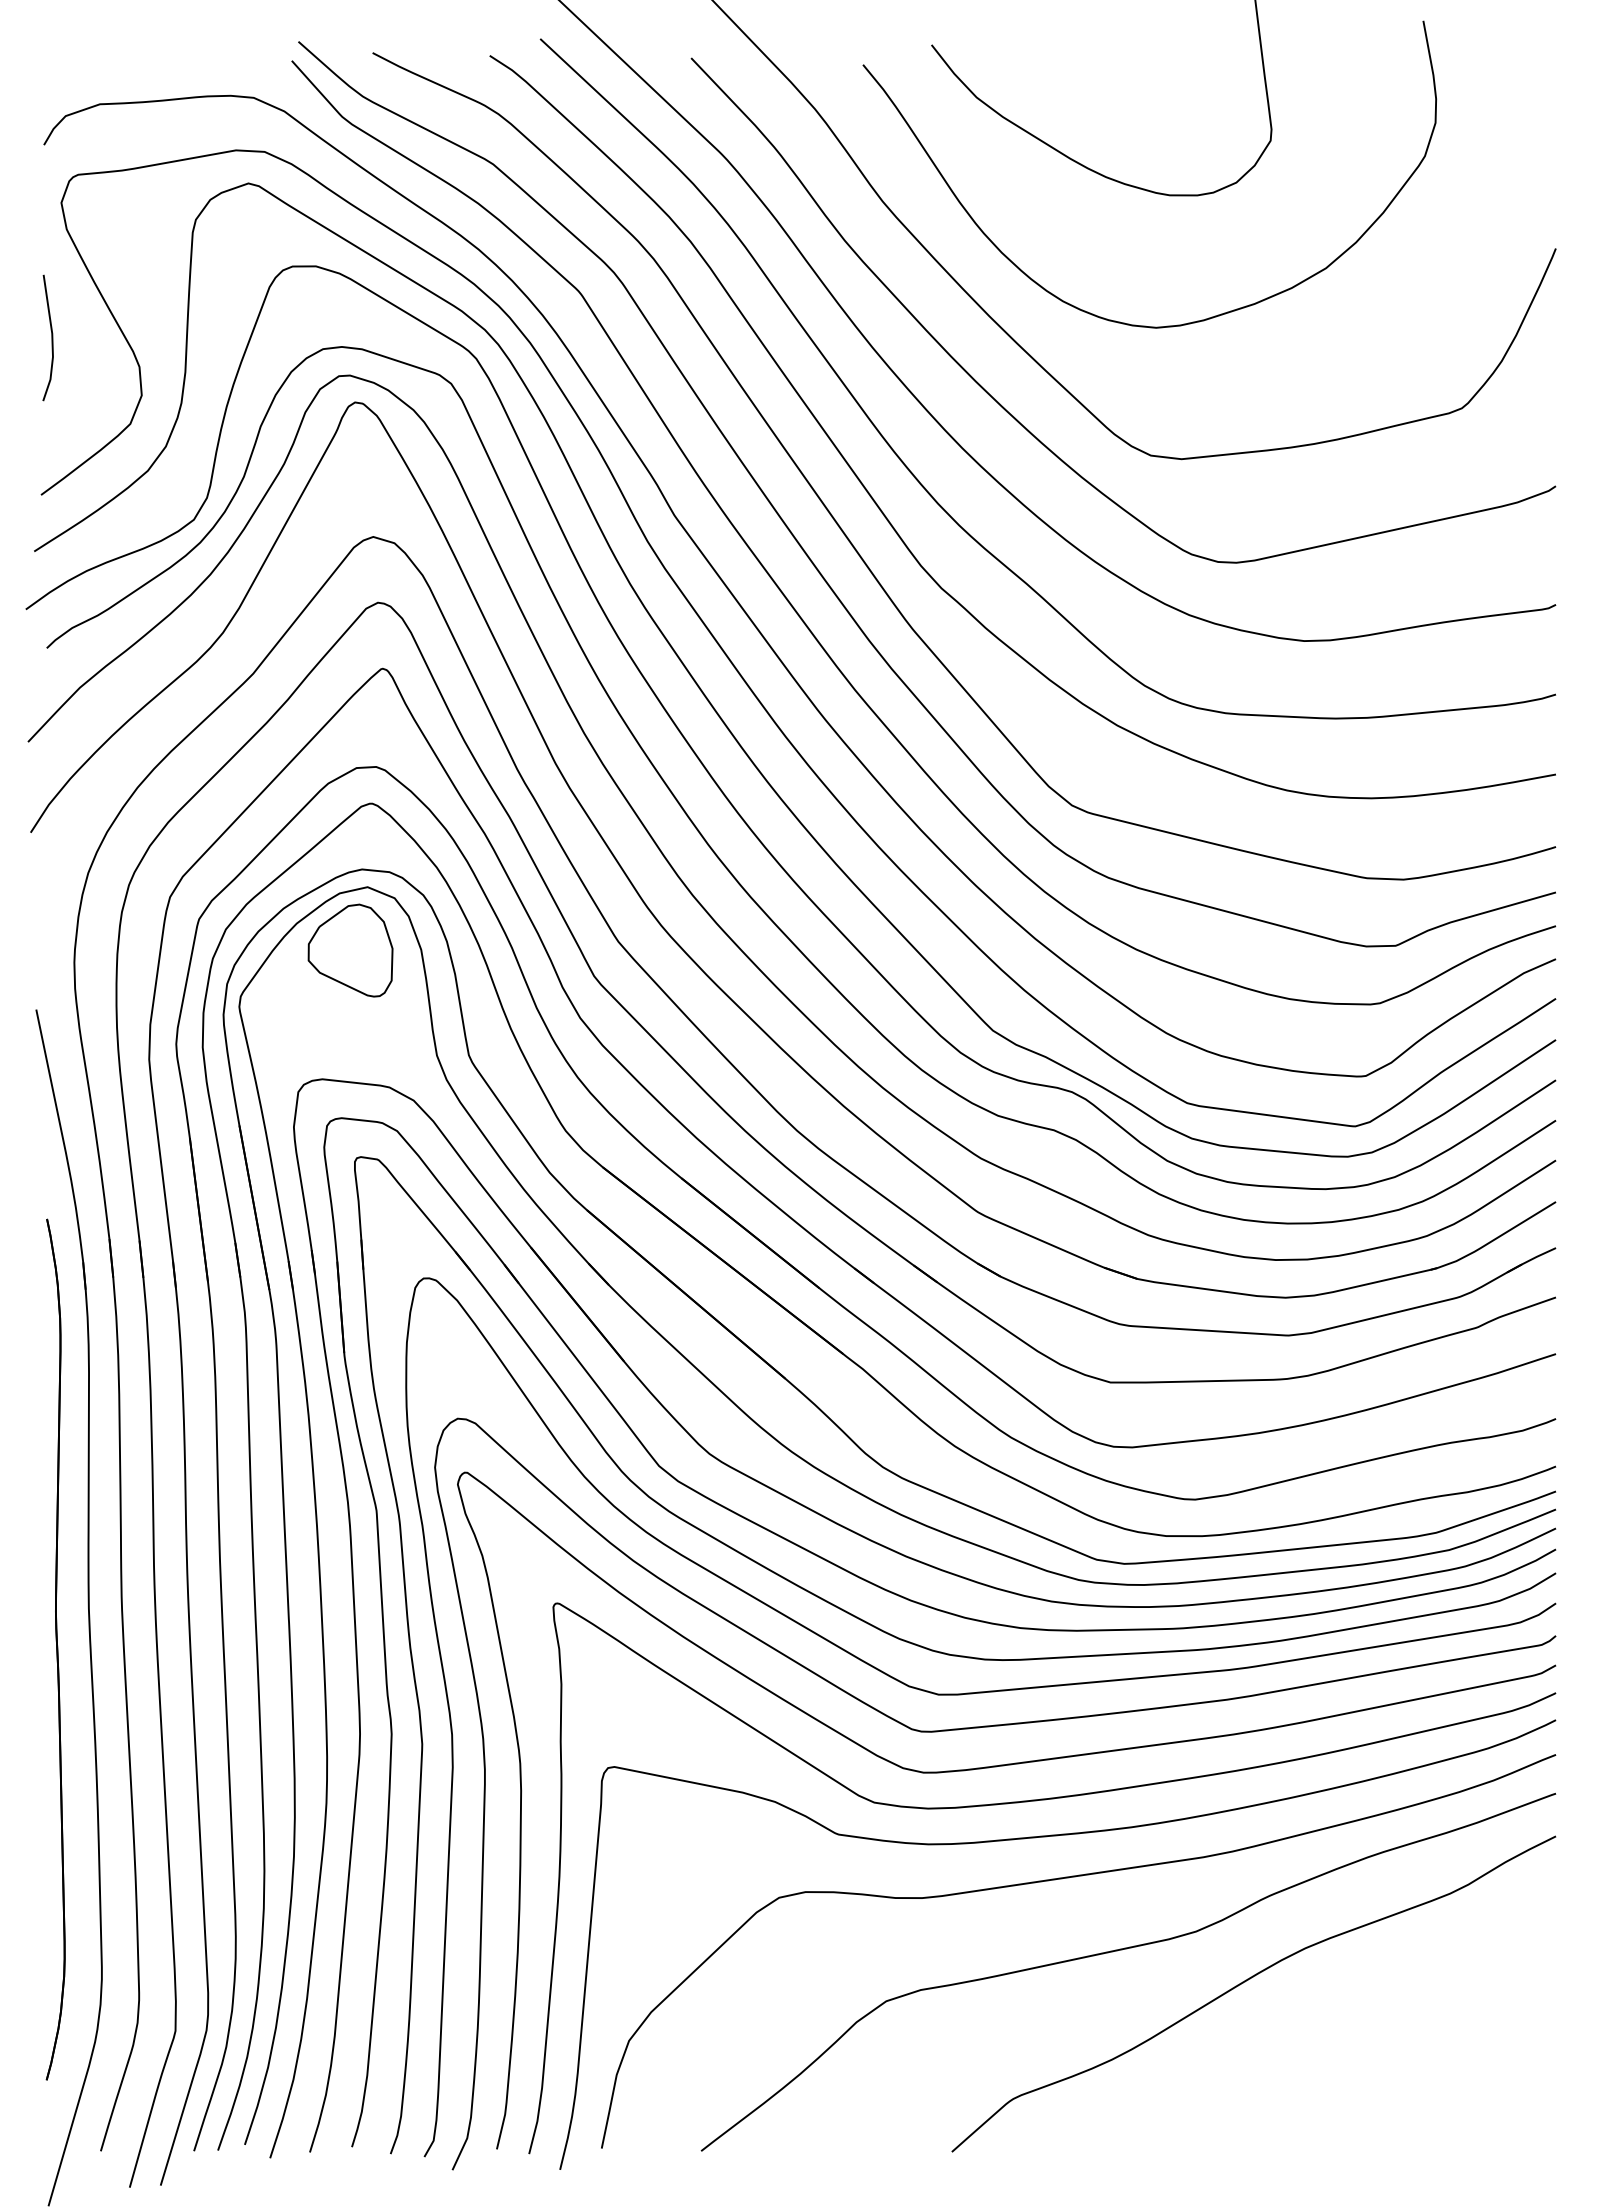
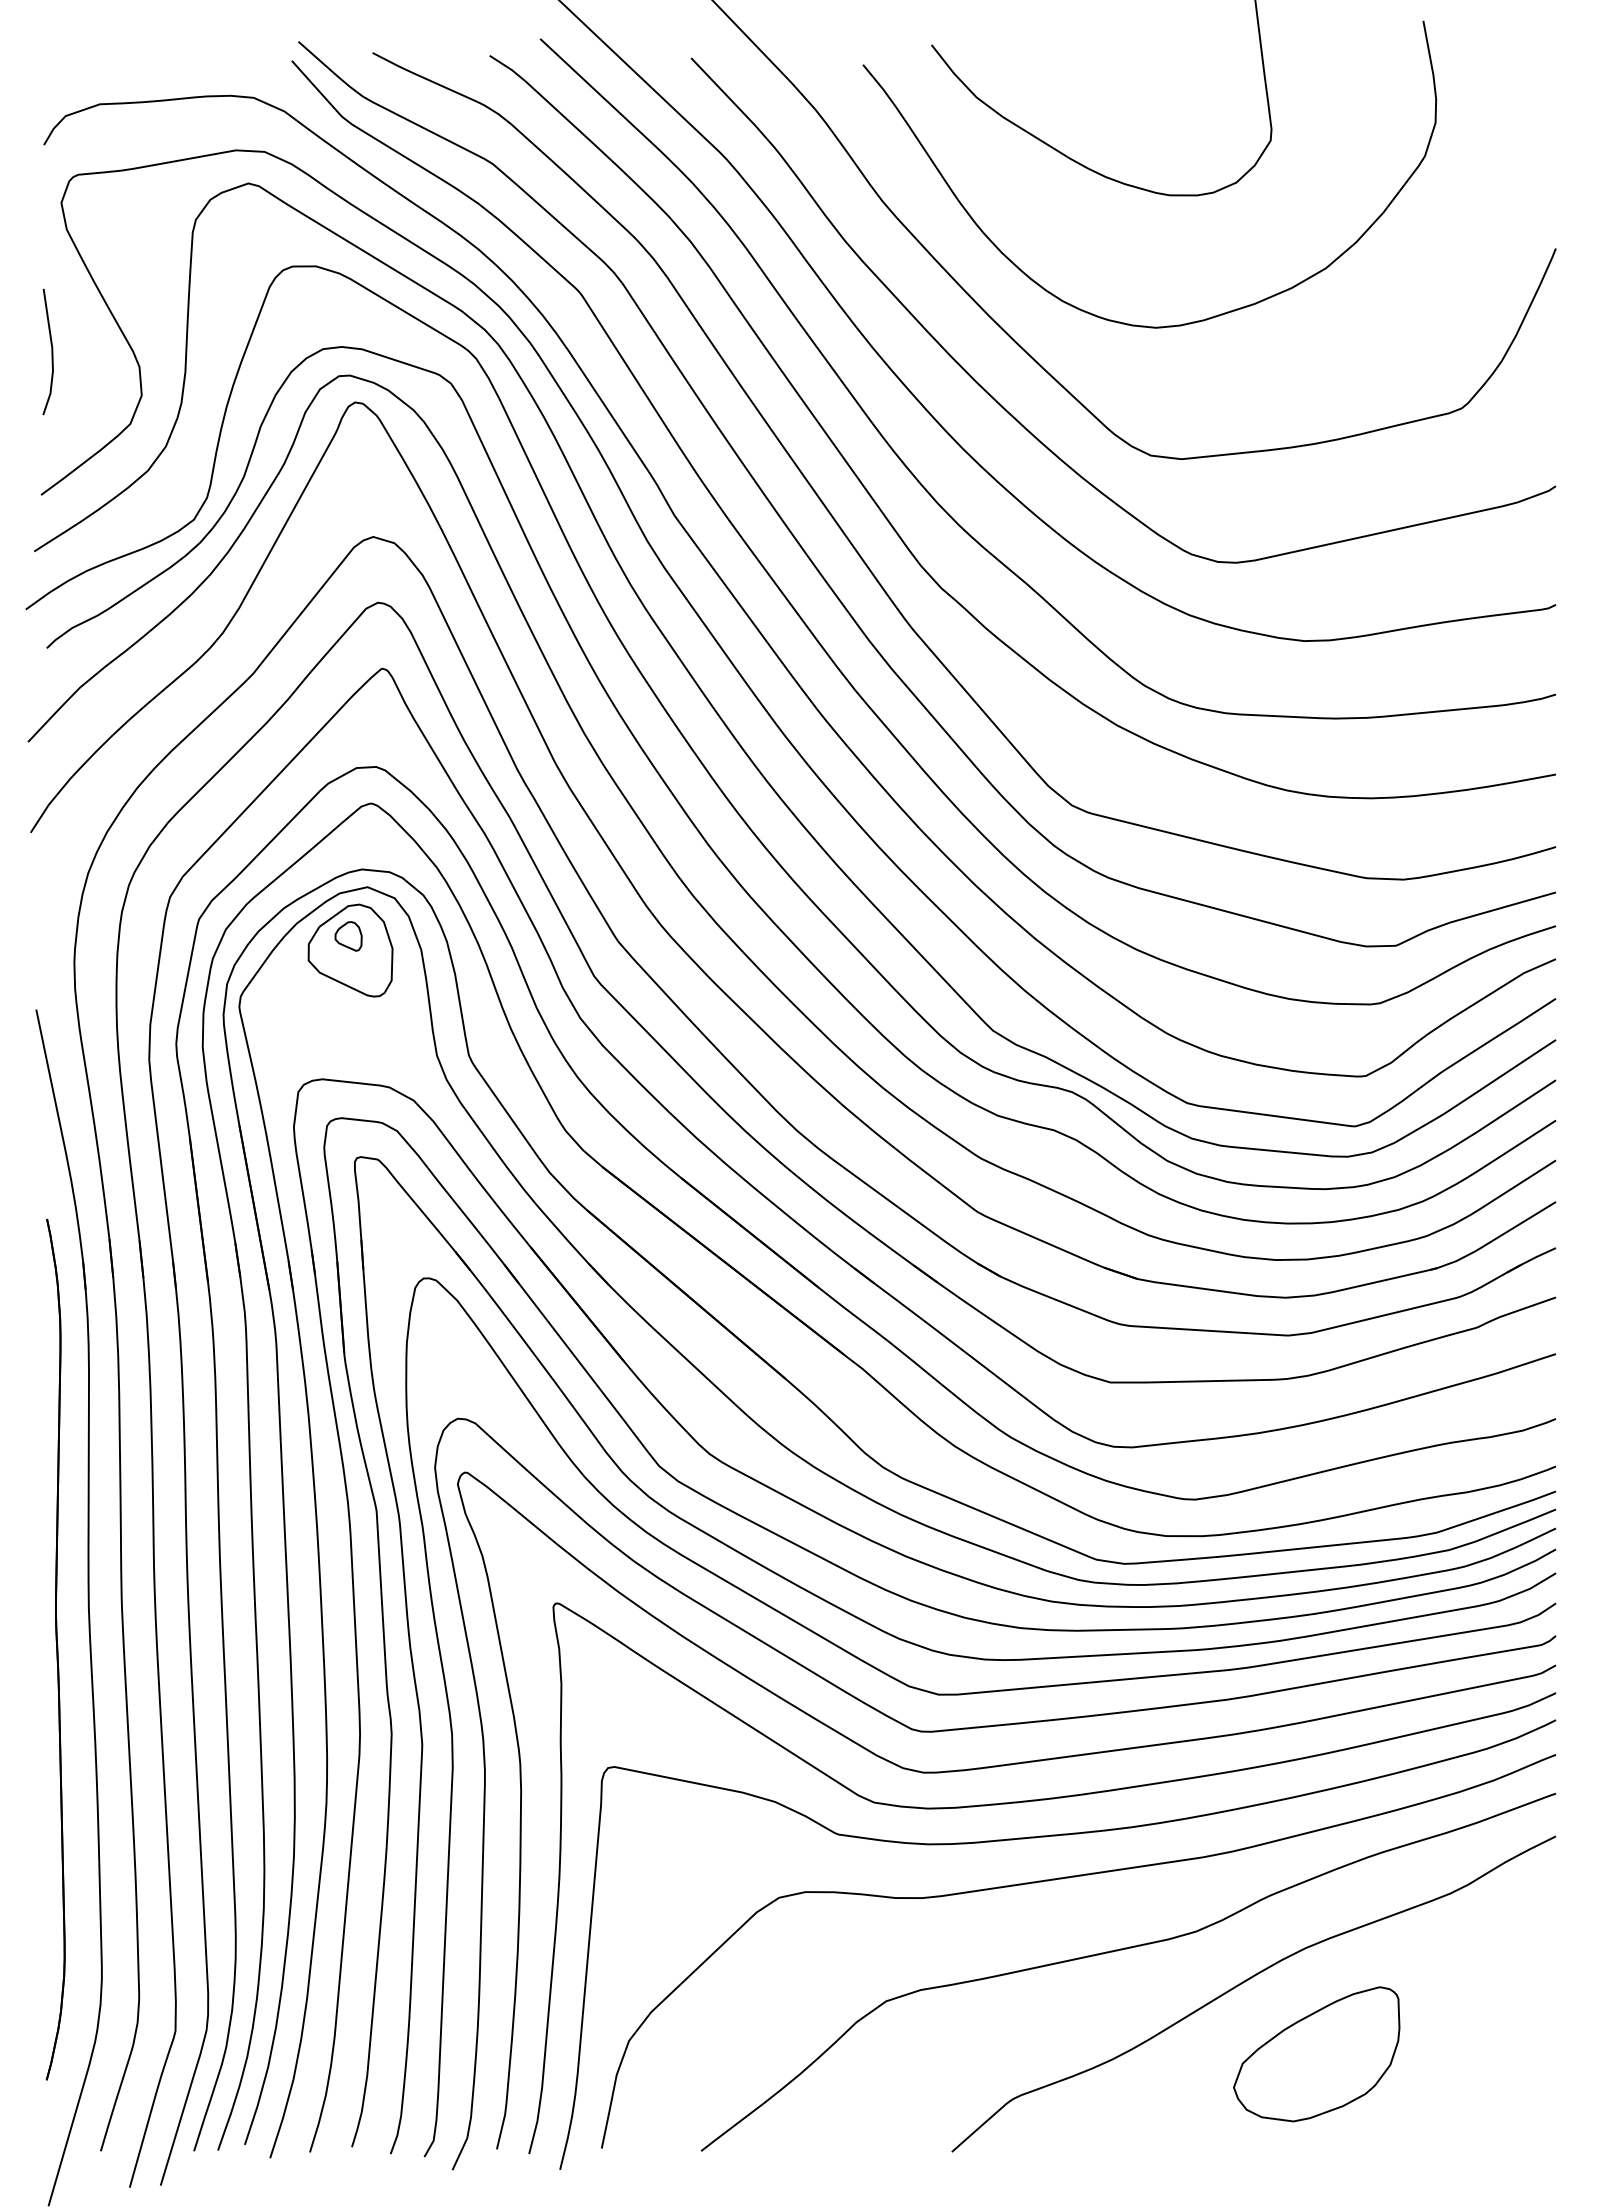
line at (51, 337) position: (51, 337) -> (51, 351)
part at (348, 936): none -> present
part at (1316, 2054): none -> present
